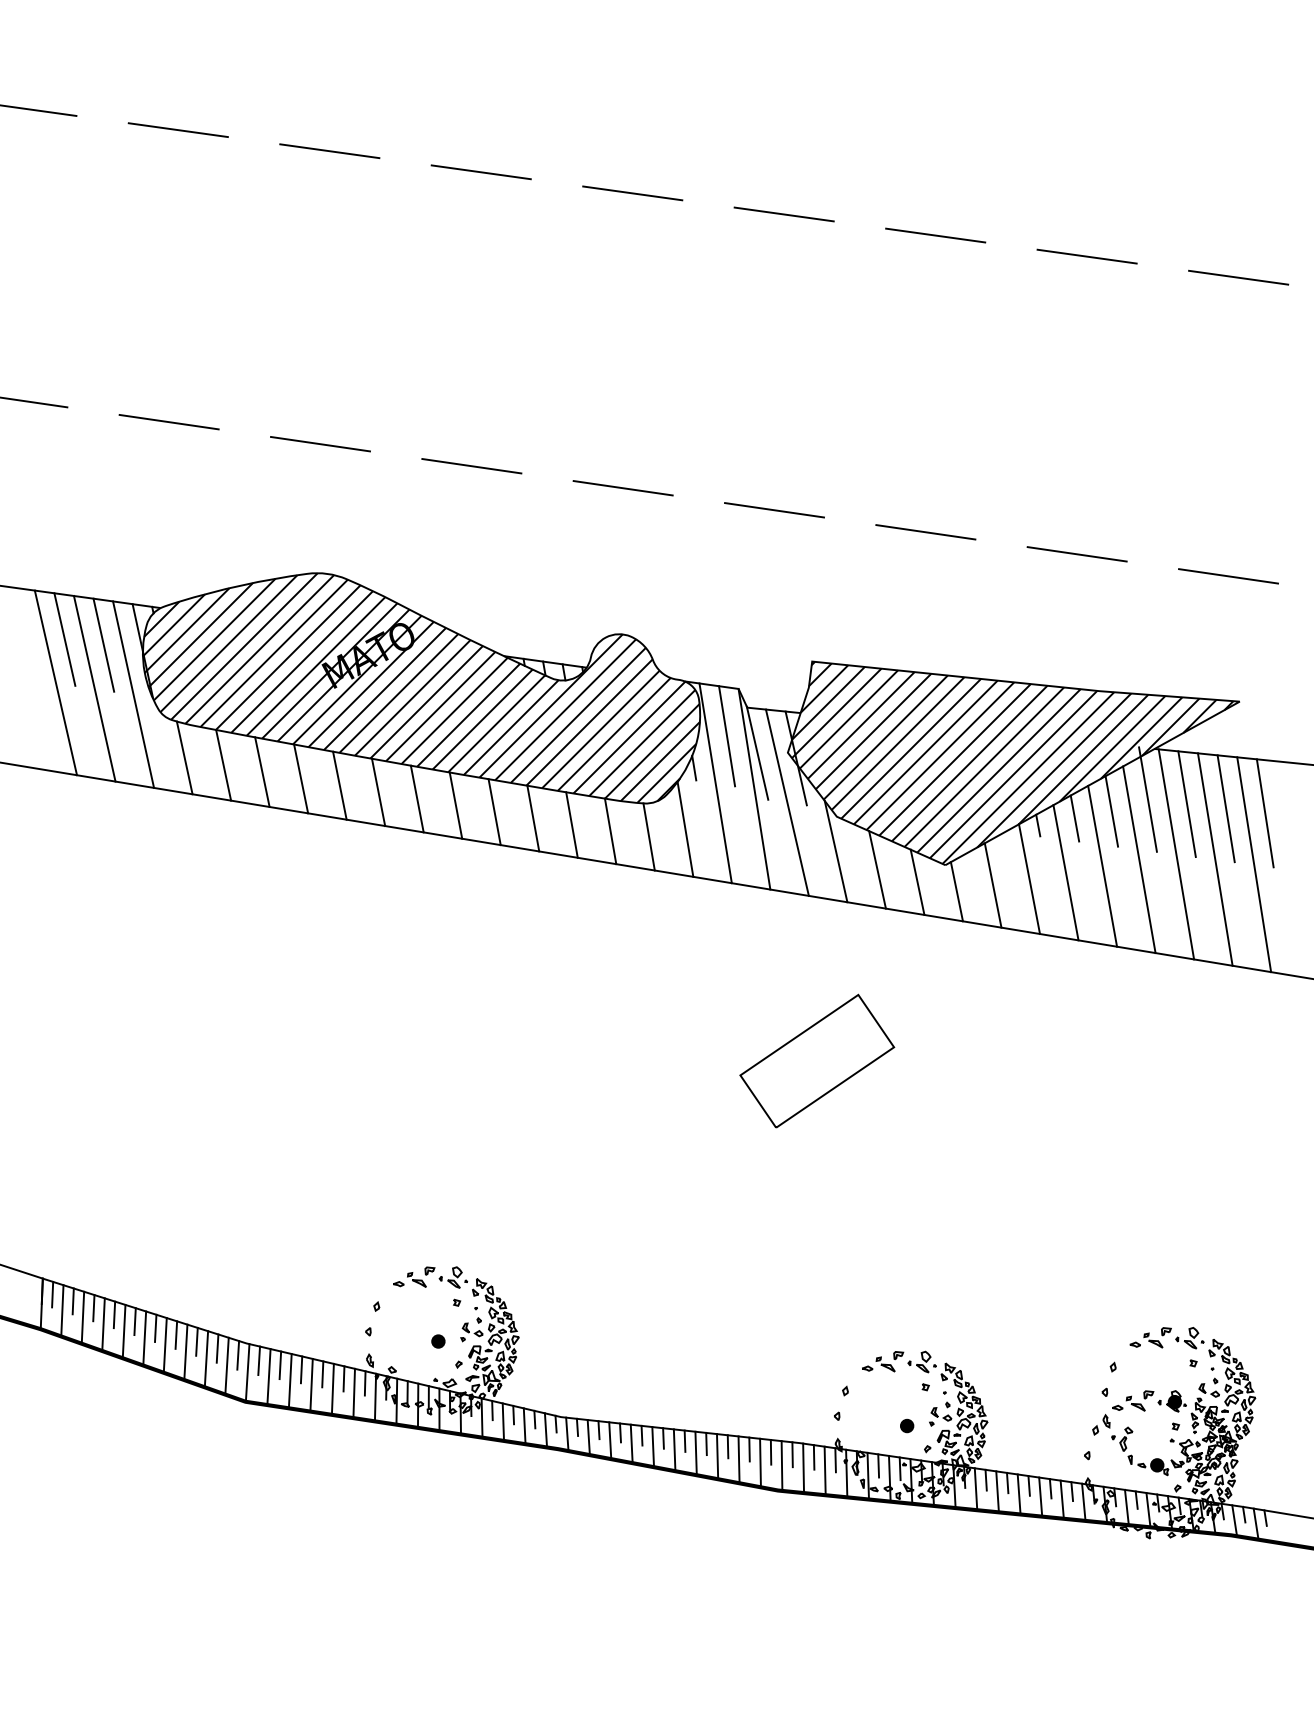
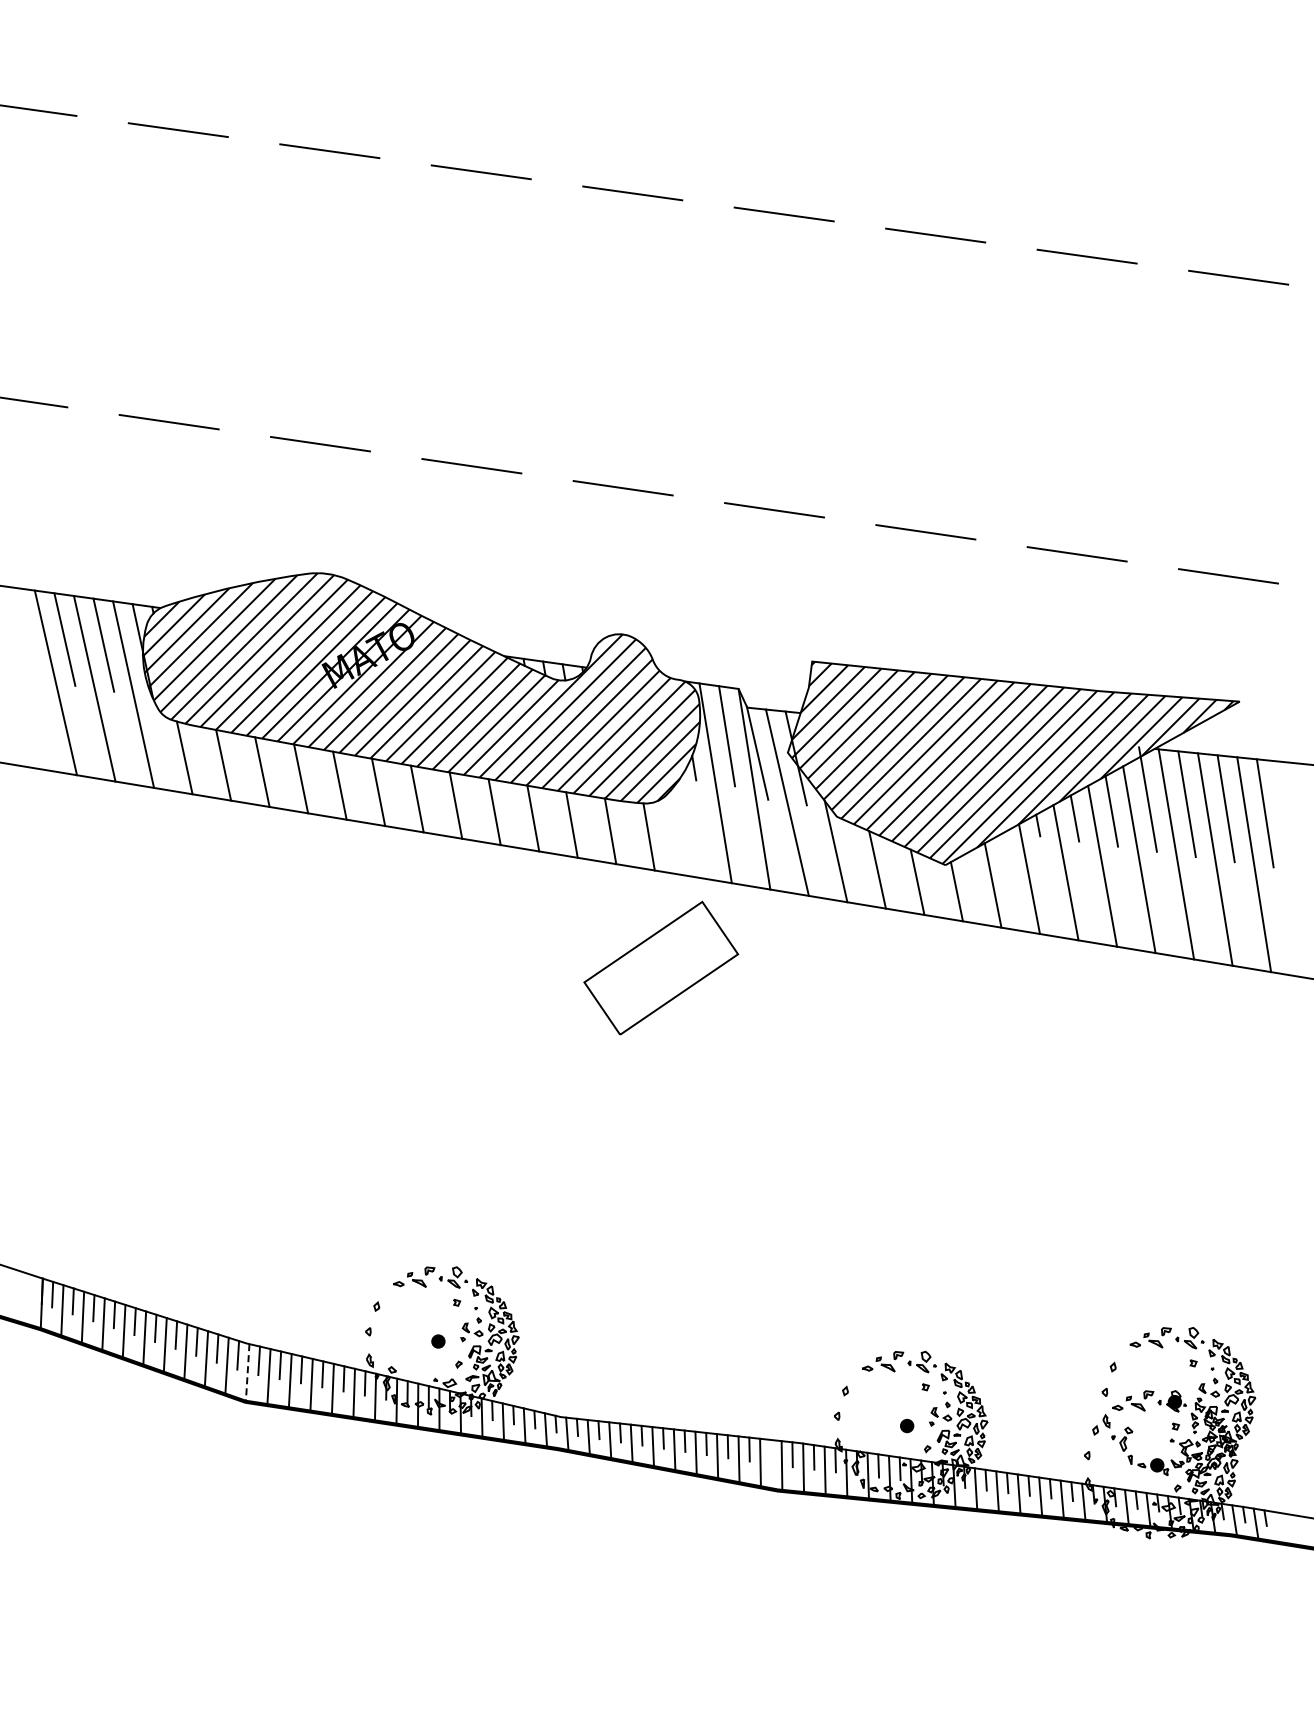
line at (685, 829): present -> none
part at (817, 1060) position: (817, 1060) -> (661, 967)
line at (247, 1372): solid -> dashed
line at (770, 1451): present -> none
